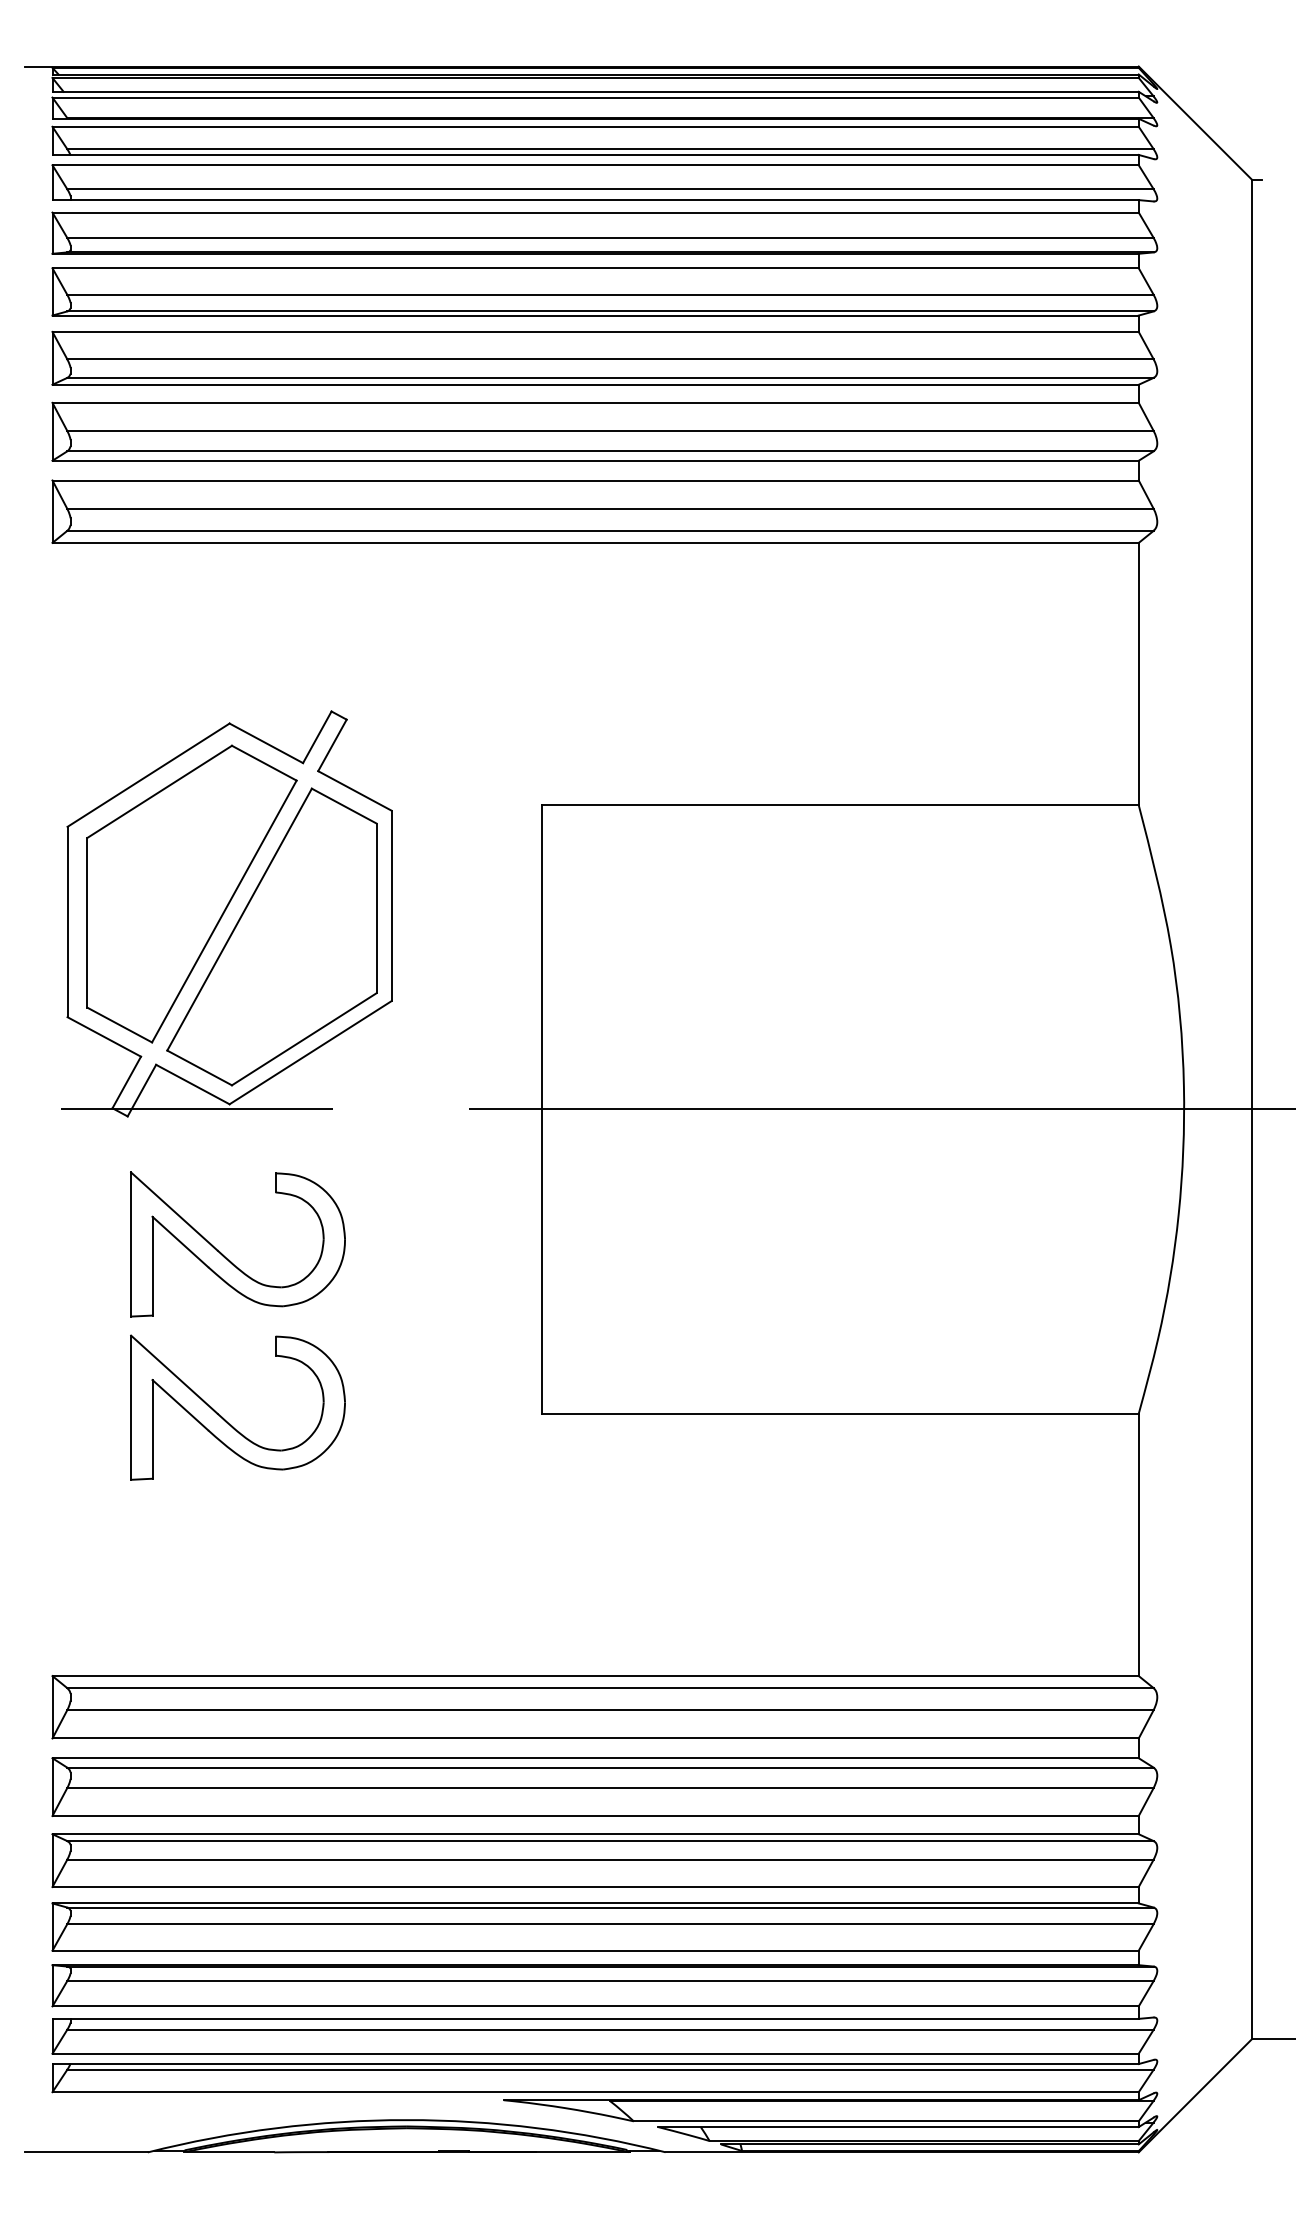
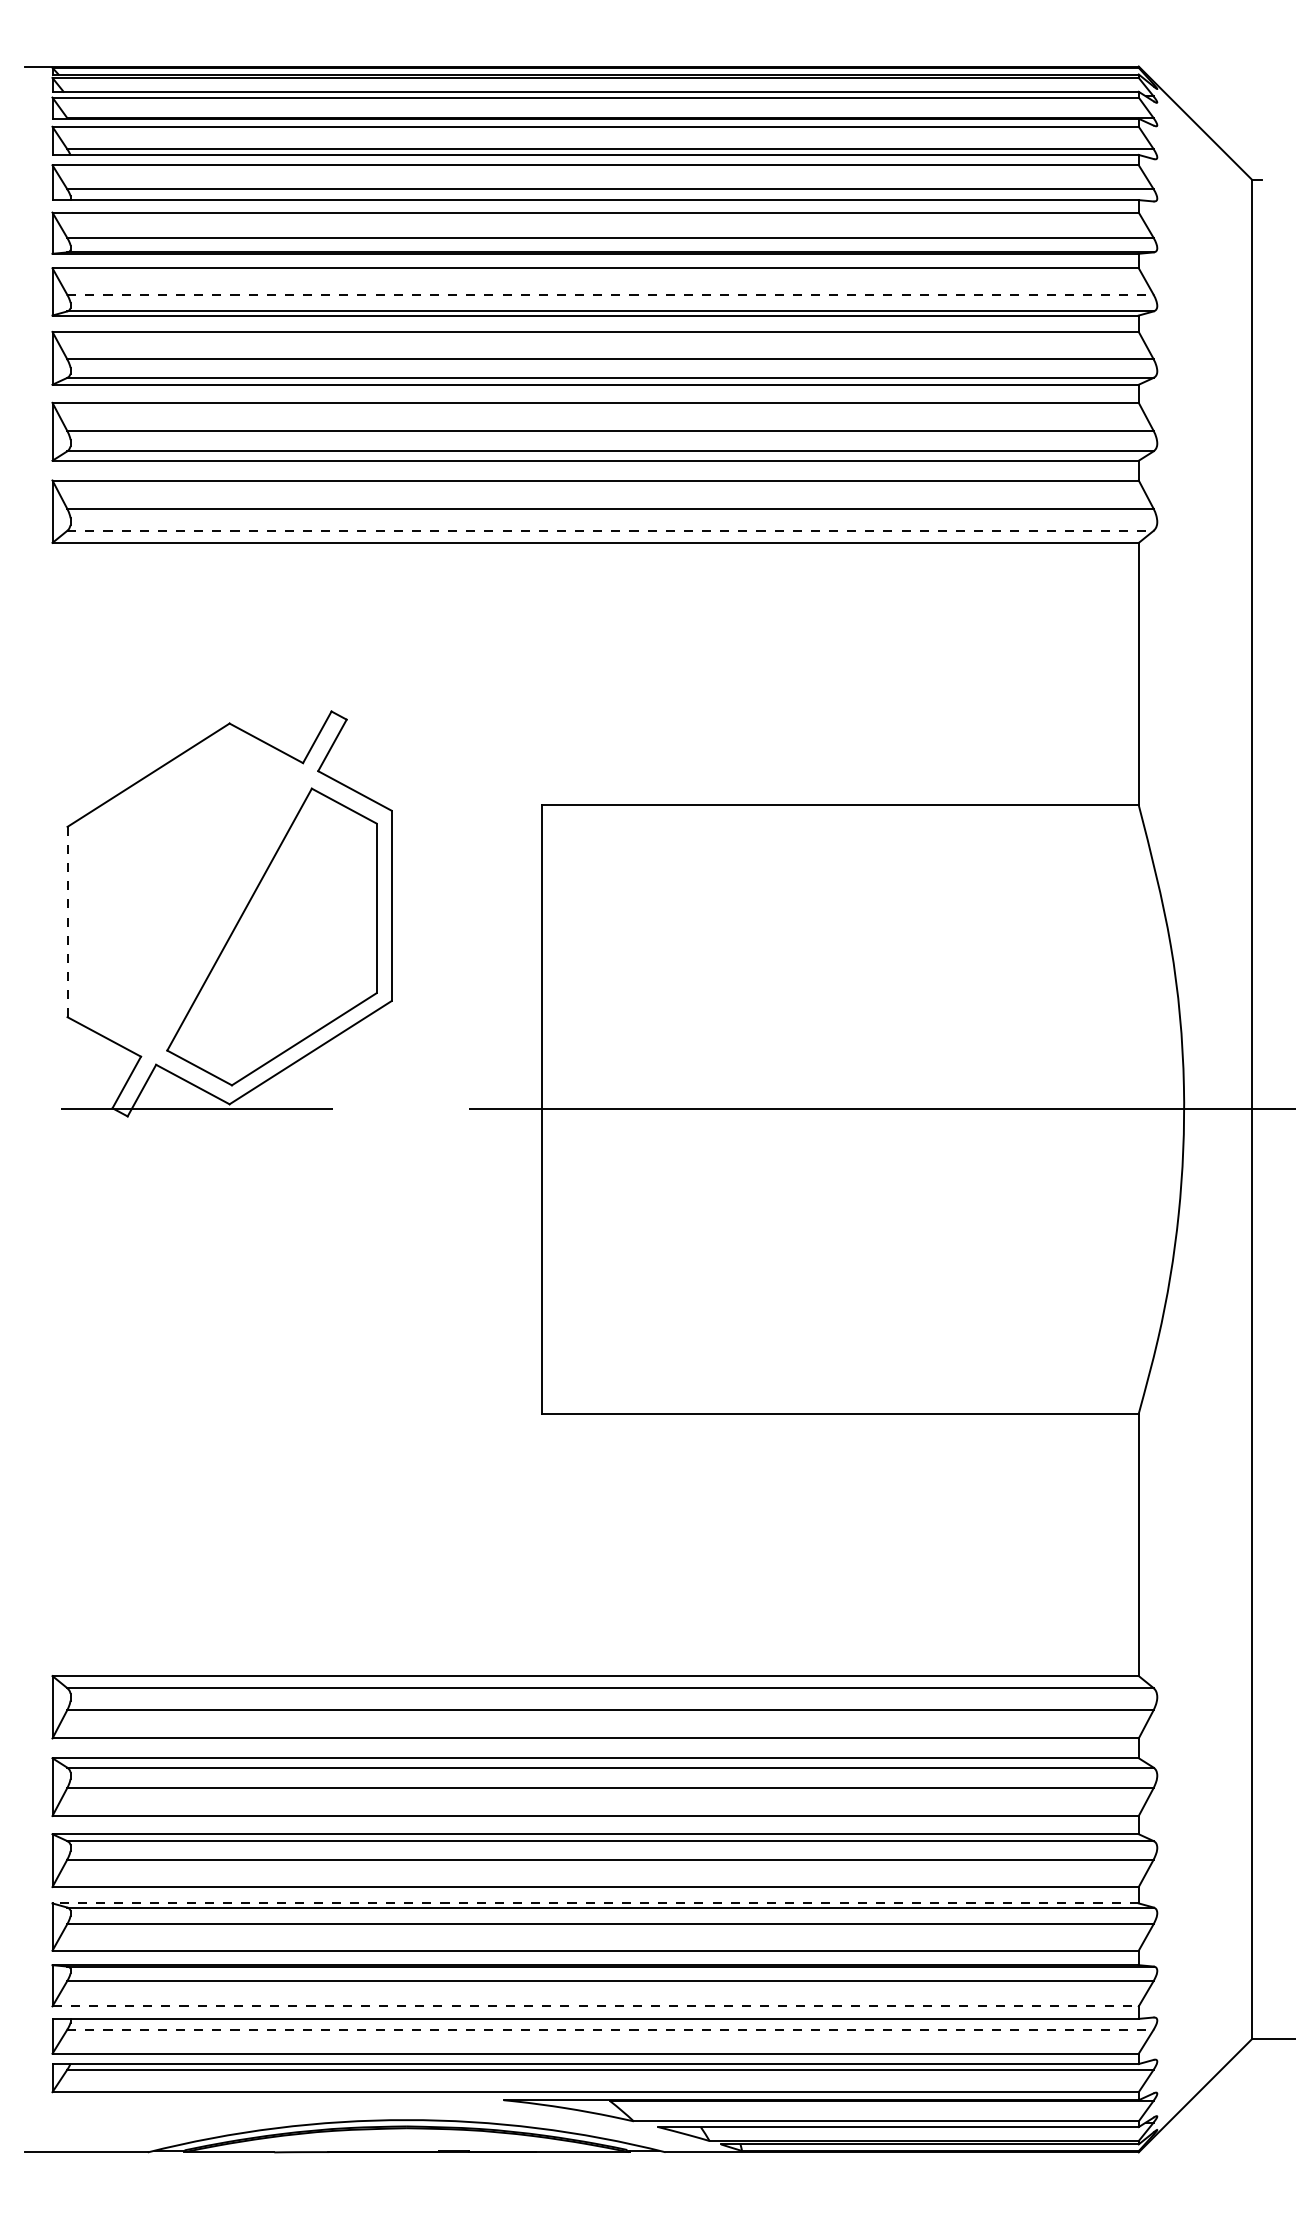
line at (610, 294): solid -> dashed
line at (610, 530): solid -> dashed
part at (191, 893): present -> none
line at (67, 922): solid -> dashed
part at (225, 1256): present -> none
part at (225, 1419): present -> none
line at (595, 1903): solid -> dashed
line at (596, 2006): solid -> dashed
line at (610, 2029): solid -> dashed
